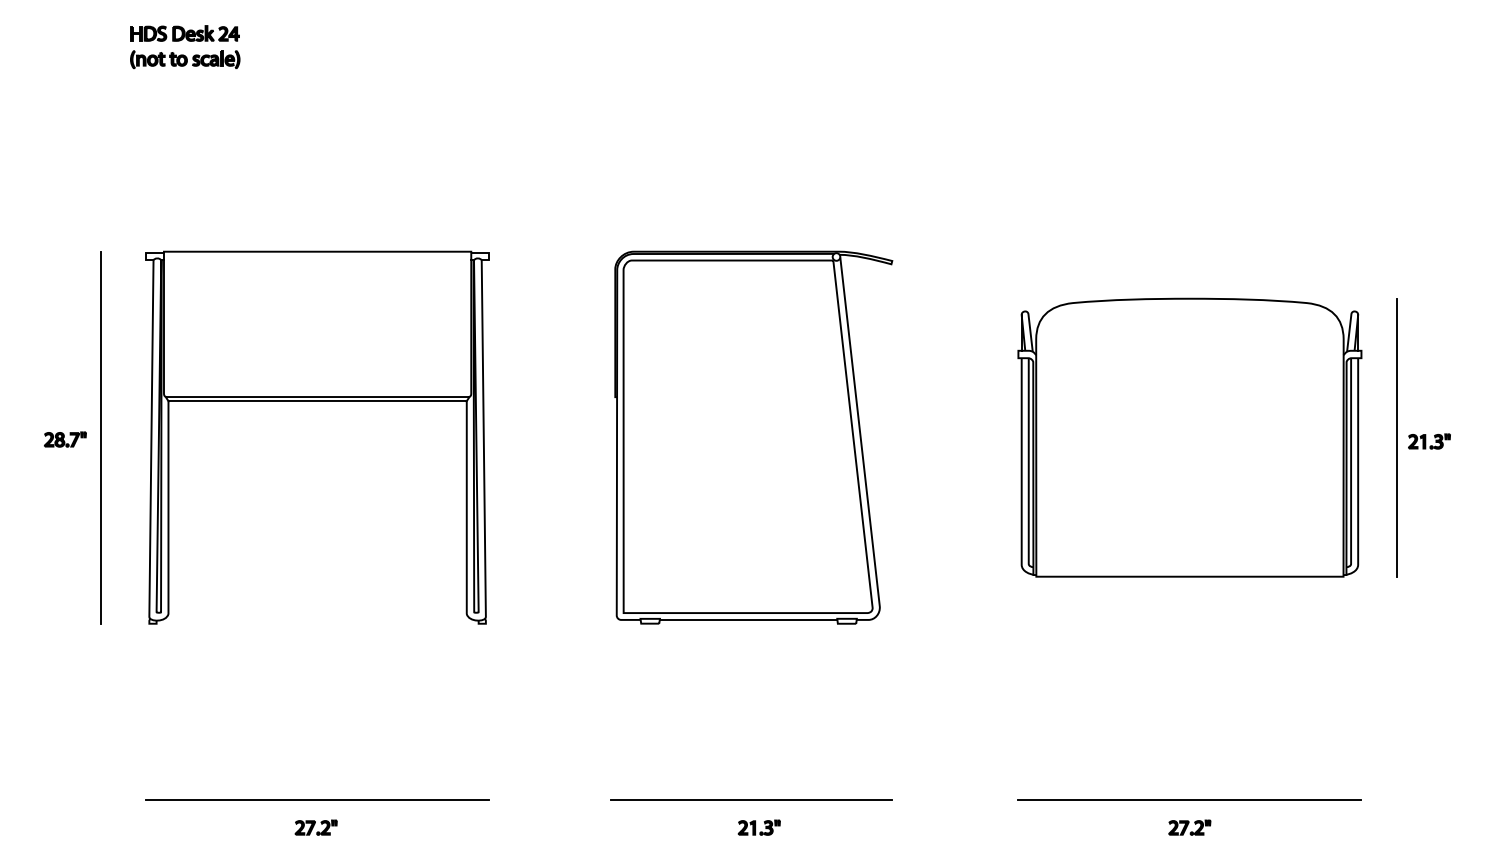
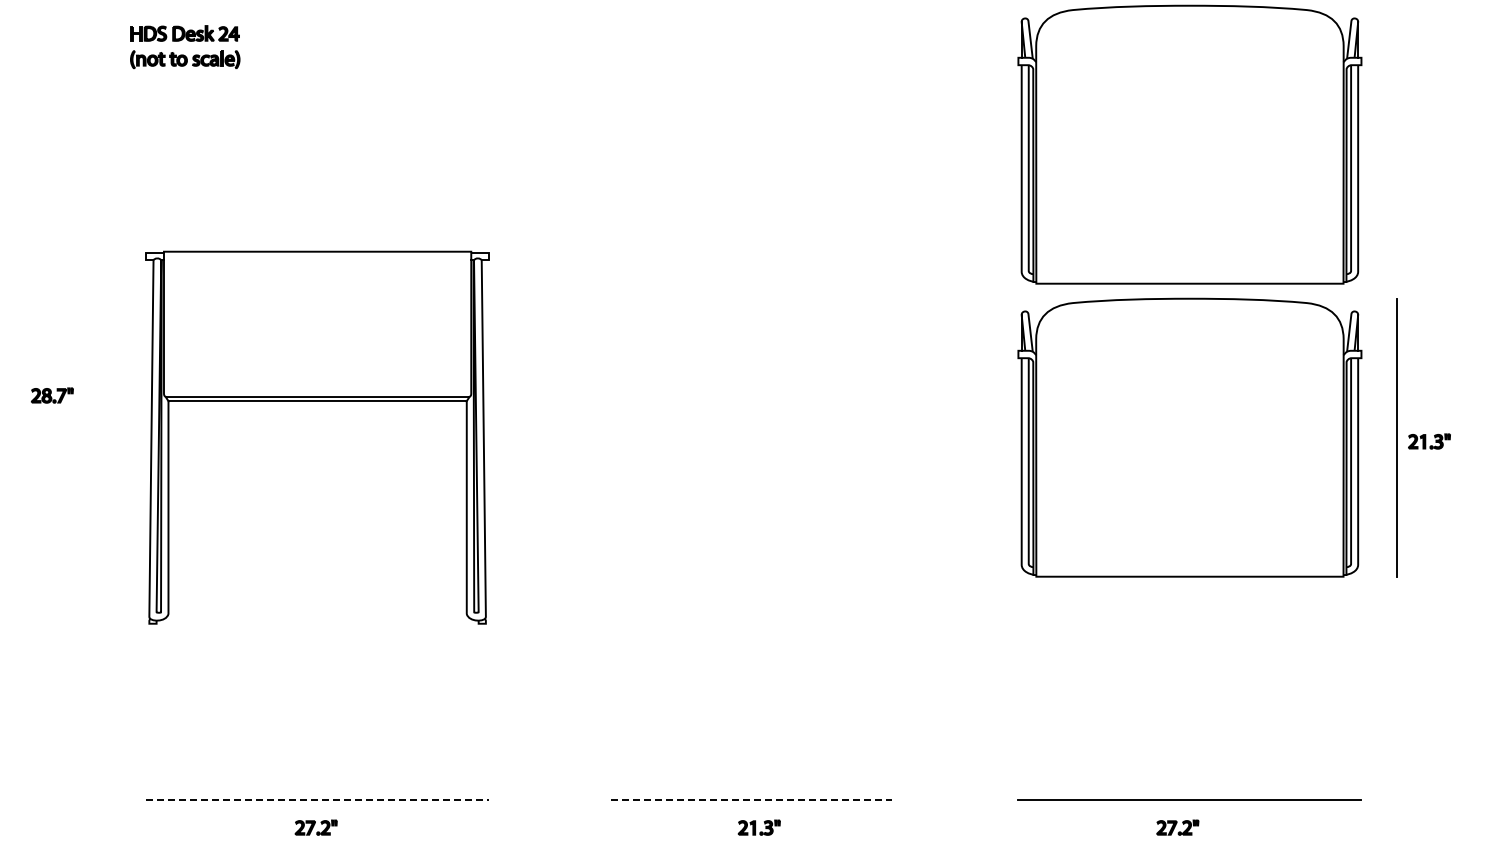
part at (1189, 144): none -> present
line at (101, 437): present -> none
part at (753, 437): present -> none
part at (65, 439) position: (65, 439) -> (52, 395)
line at (317, 800): solid -> dashed
line at (751, 800): solid -> dashed
part at (1189, 827) position: (1189, 827) -> (1177, 827)
